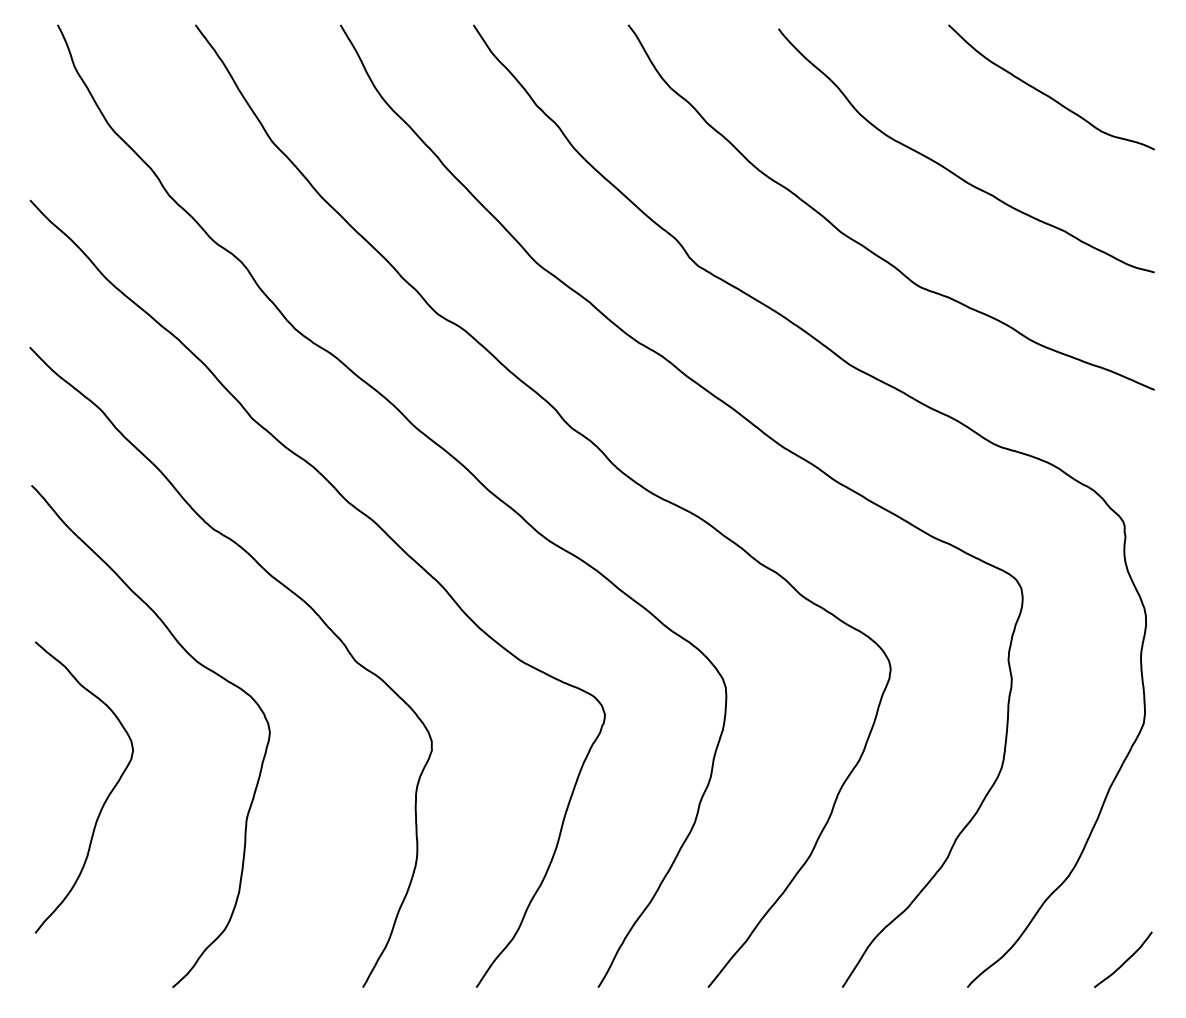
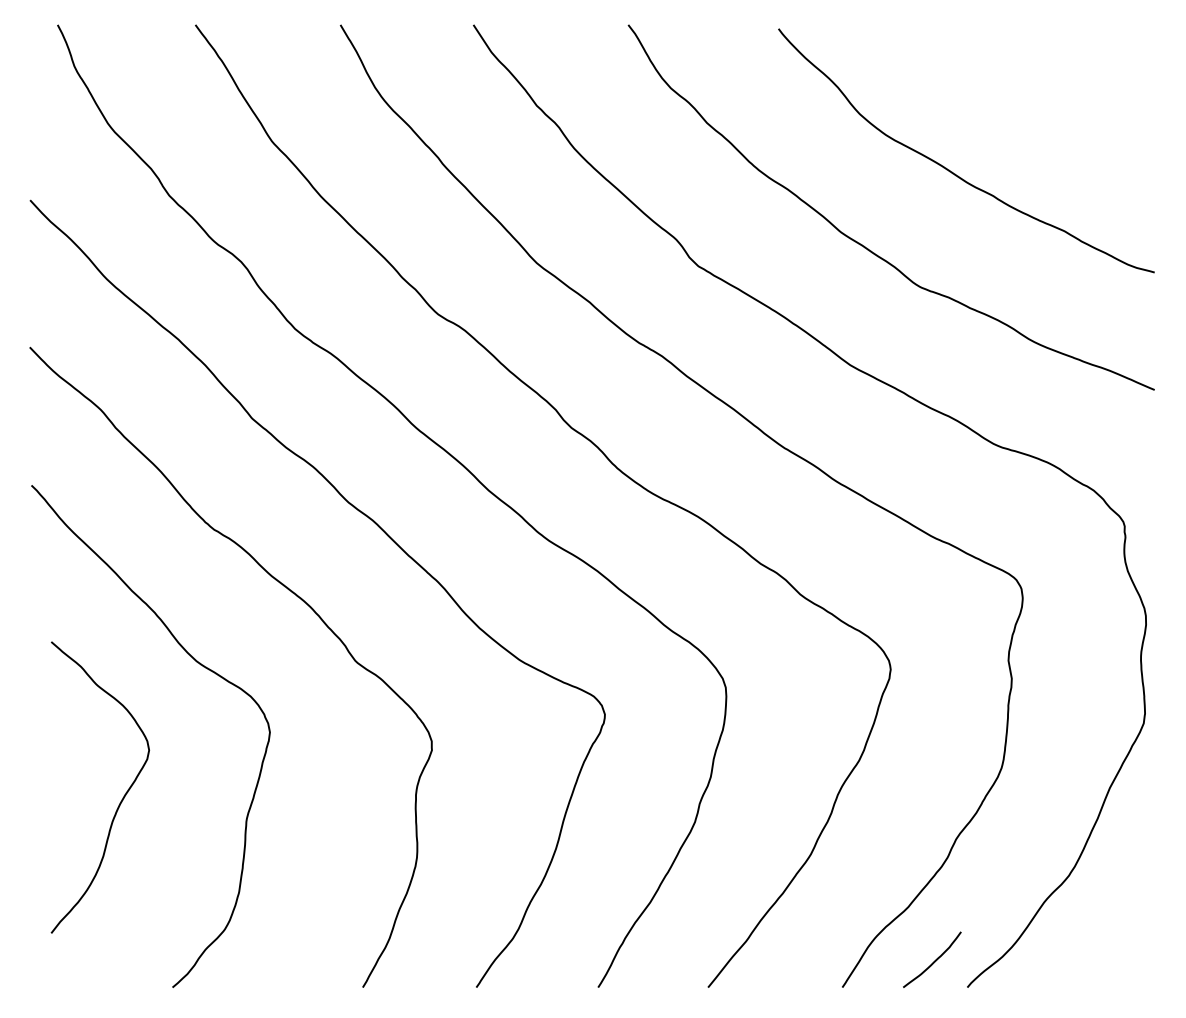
curve at (1047, 94): present -> none
curve at (105, 799) position: (105, 799) -> (121, 799)
curve at (1125, 960) position: (1125, 960) -> (934, 960)
